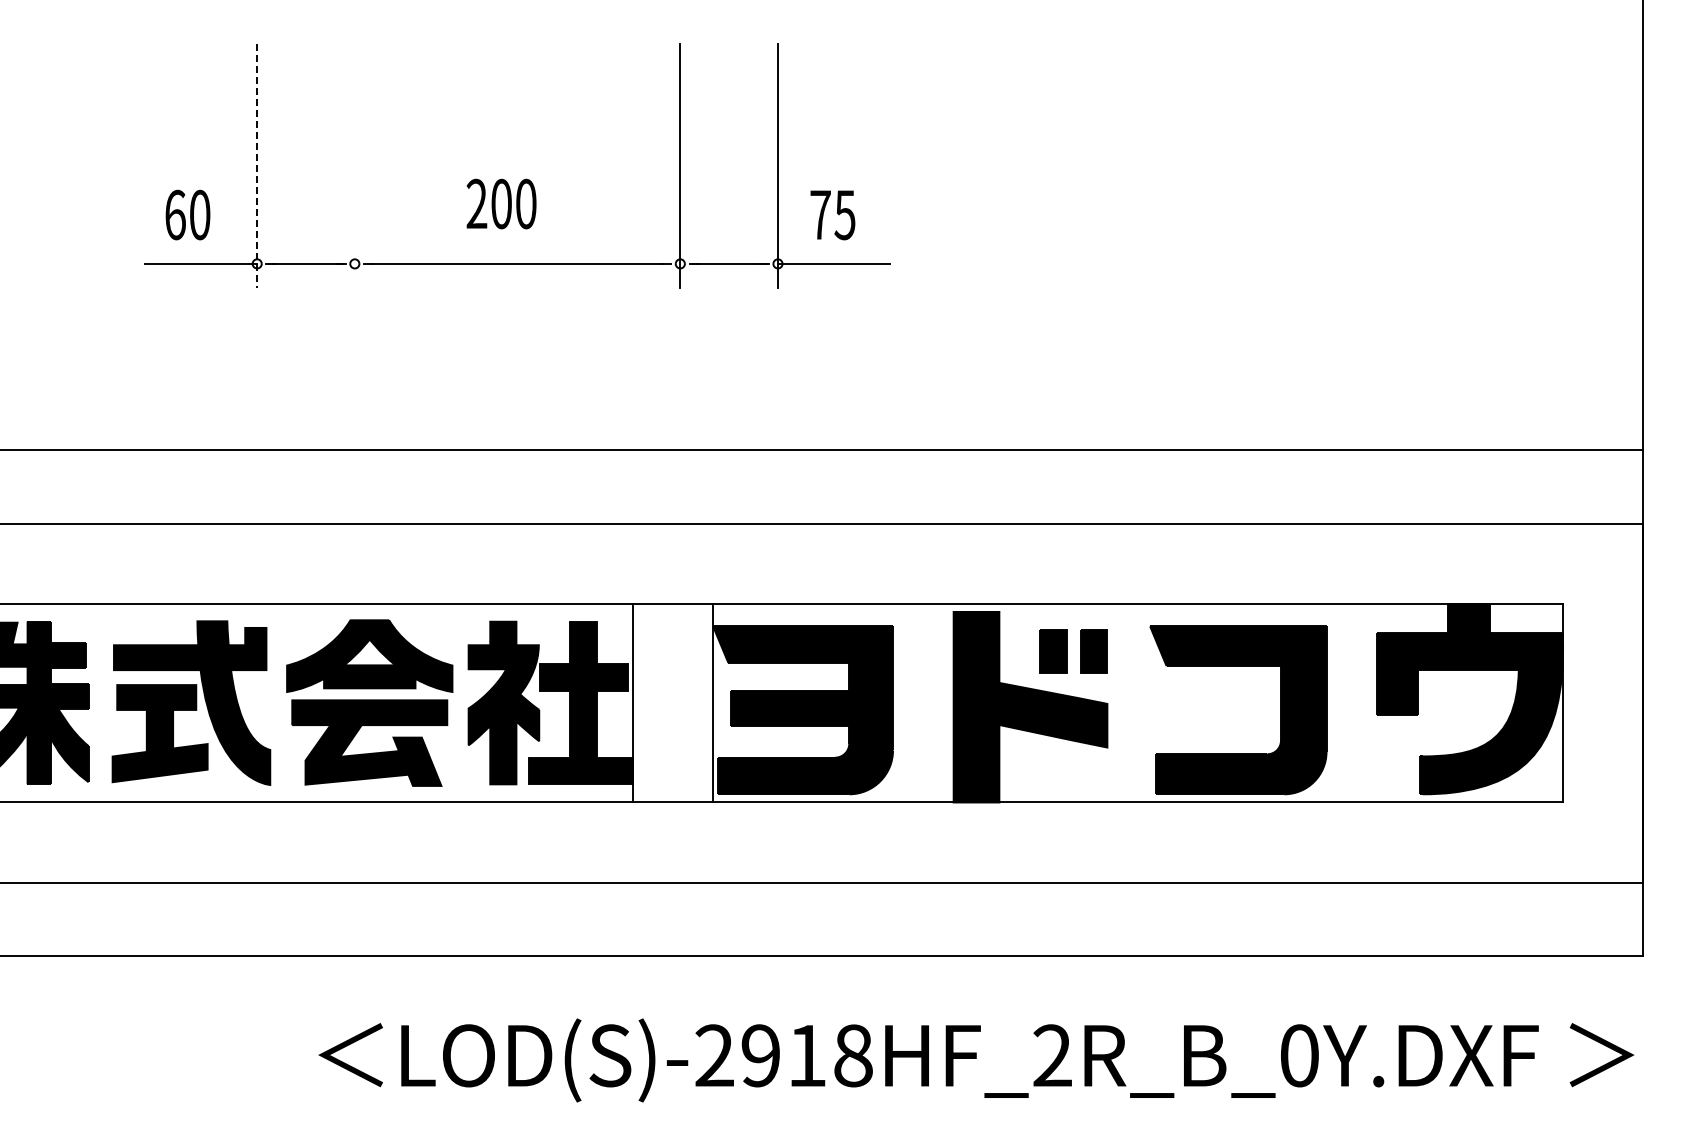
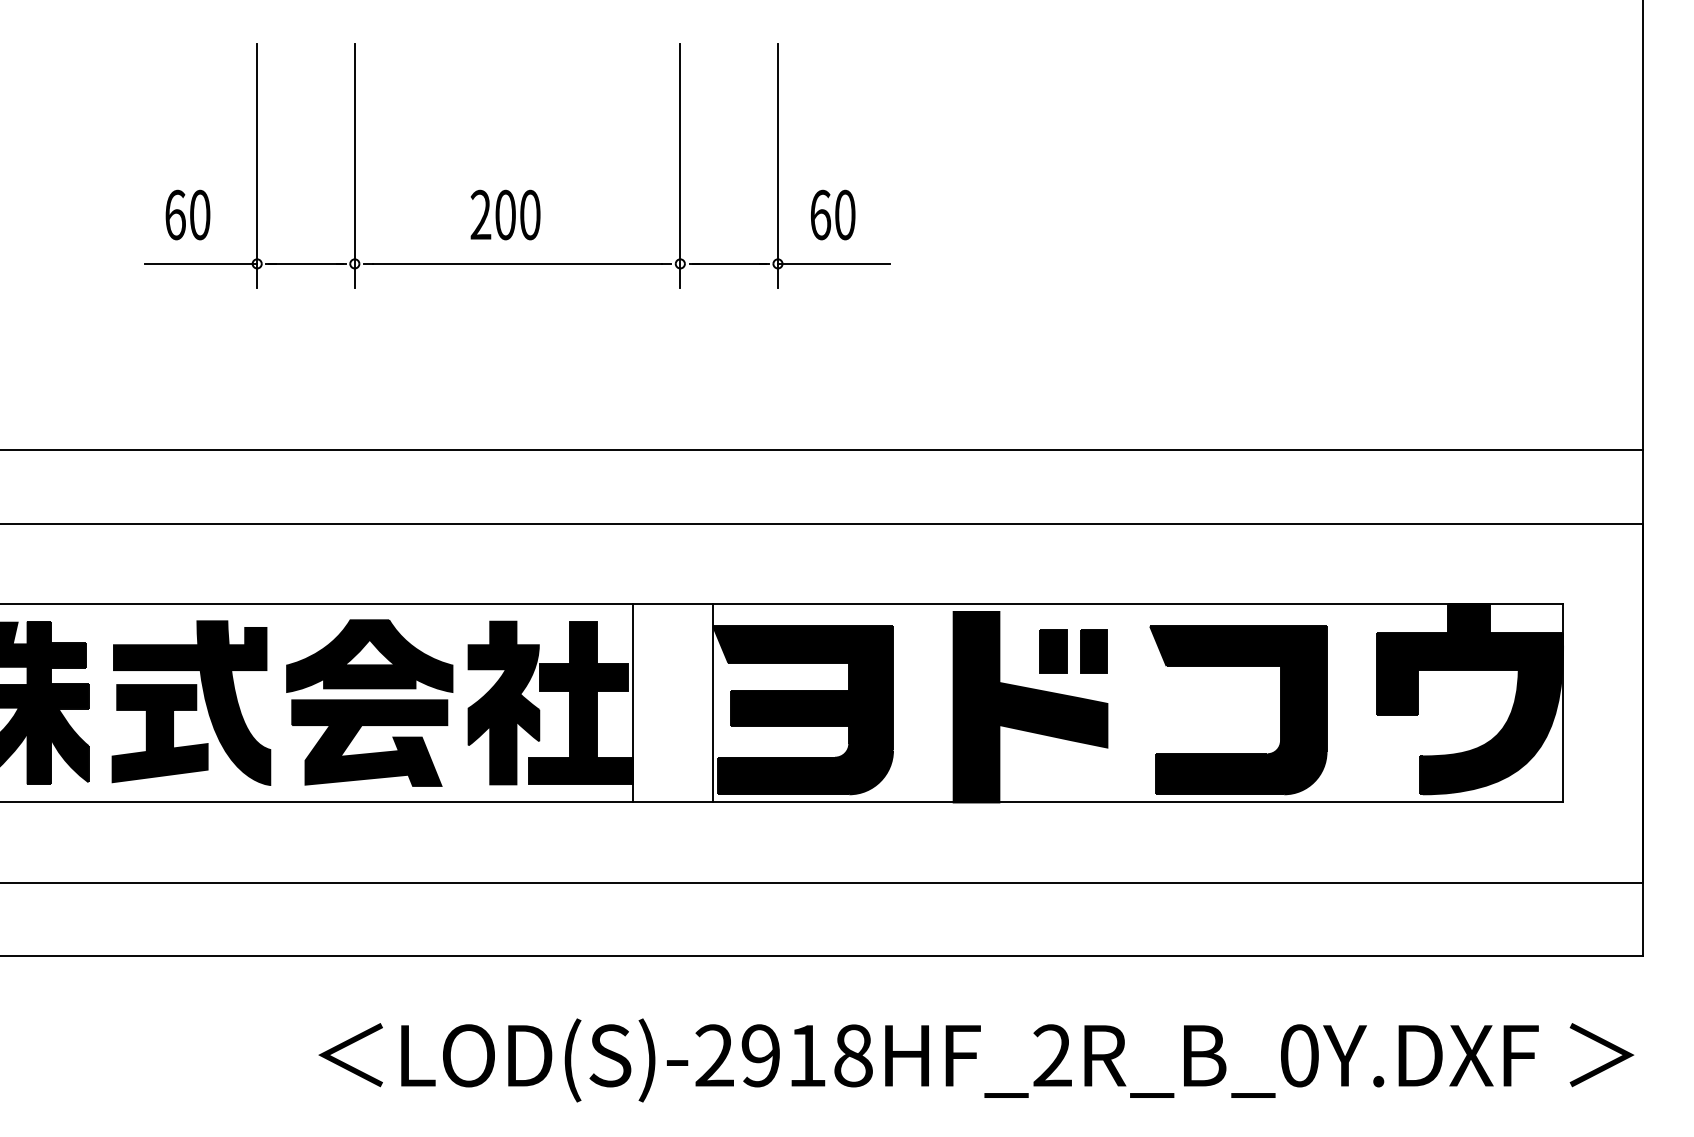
line at (257, 166): dashed -> solid
line at (354, 166): none -> present
text at (501, 203) position: (501, 203) -> (505, 214)
text at (832, 214): 75 -> 60
